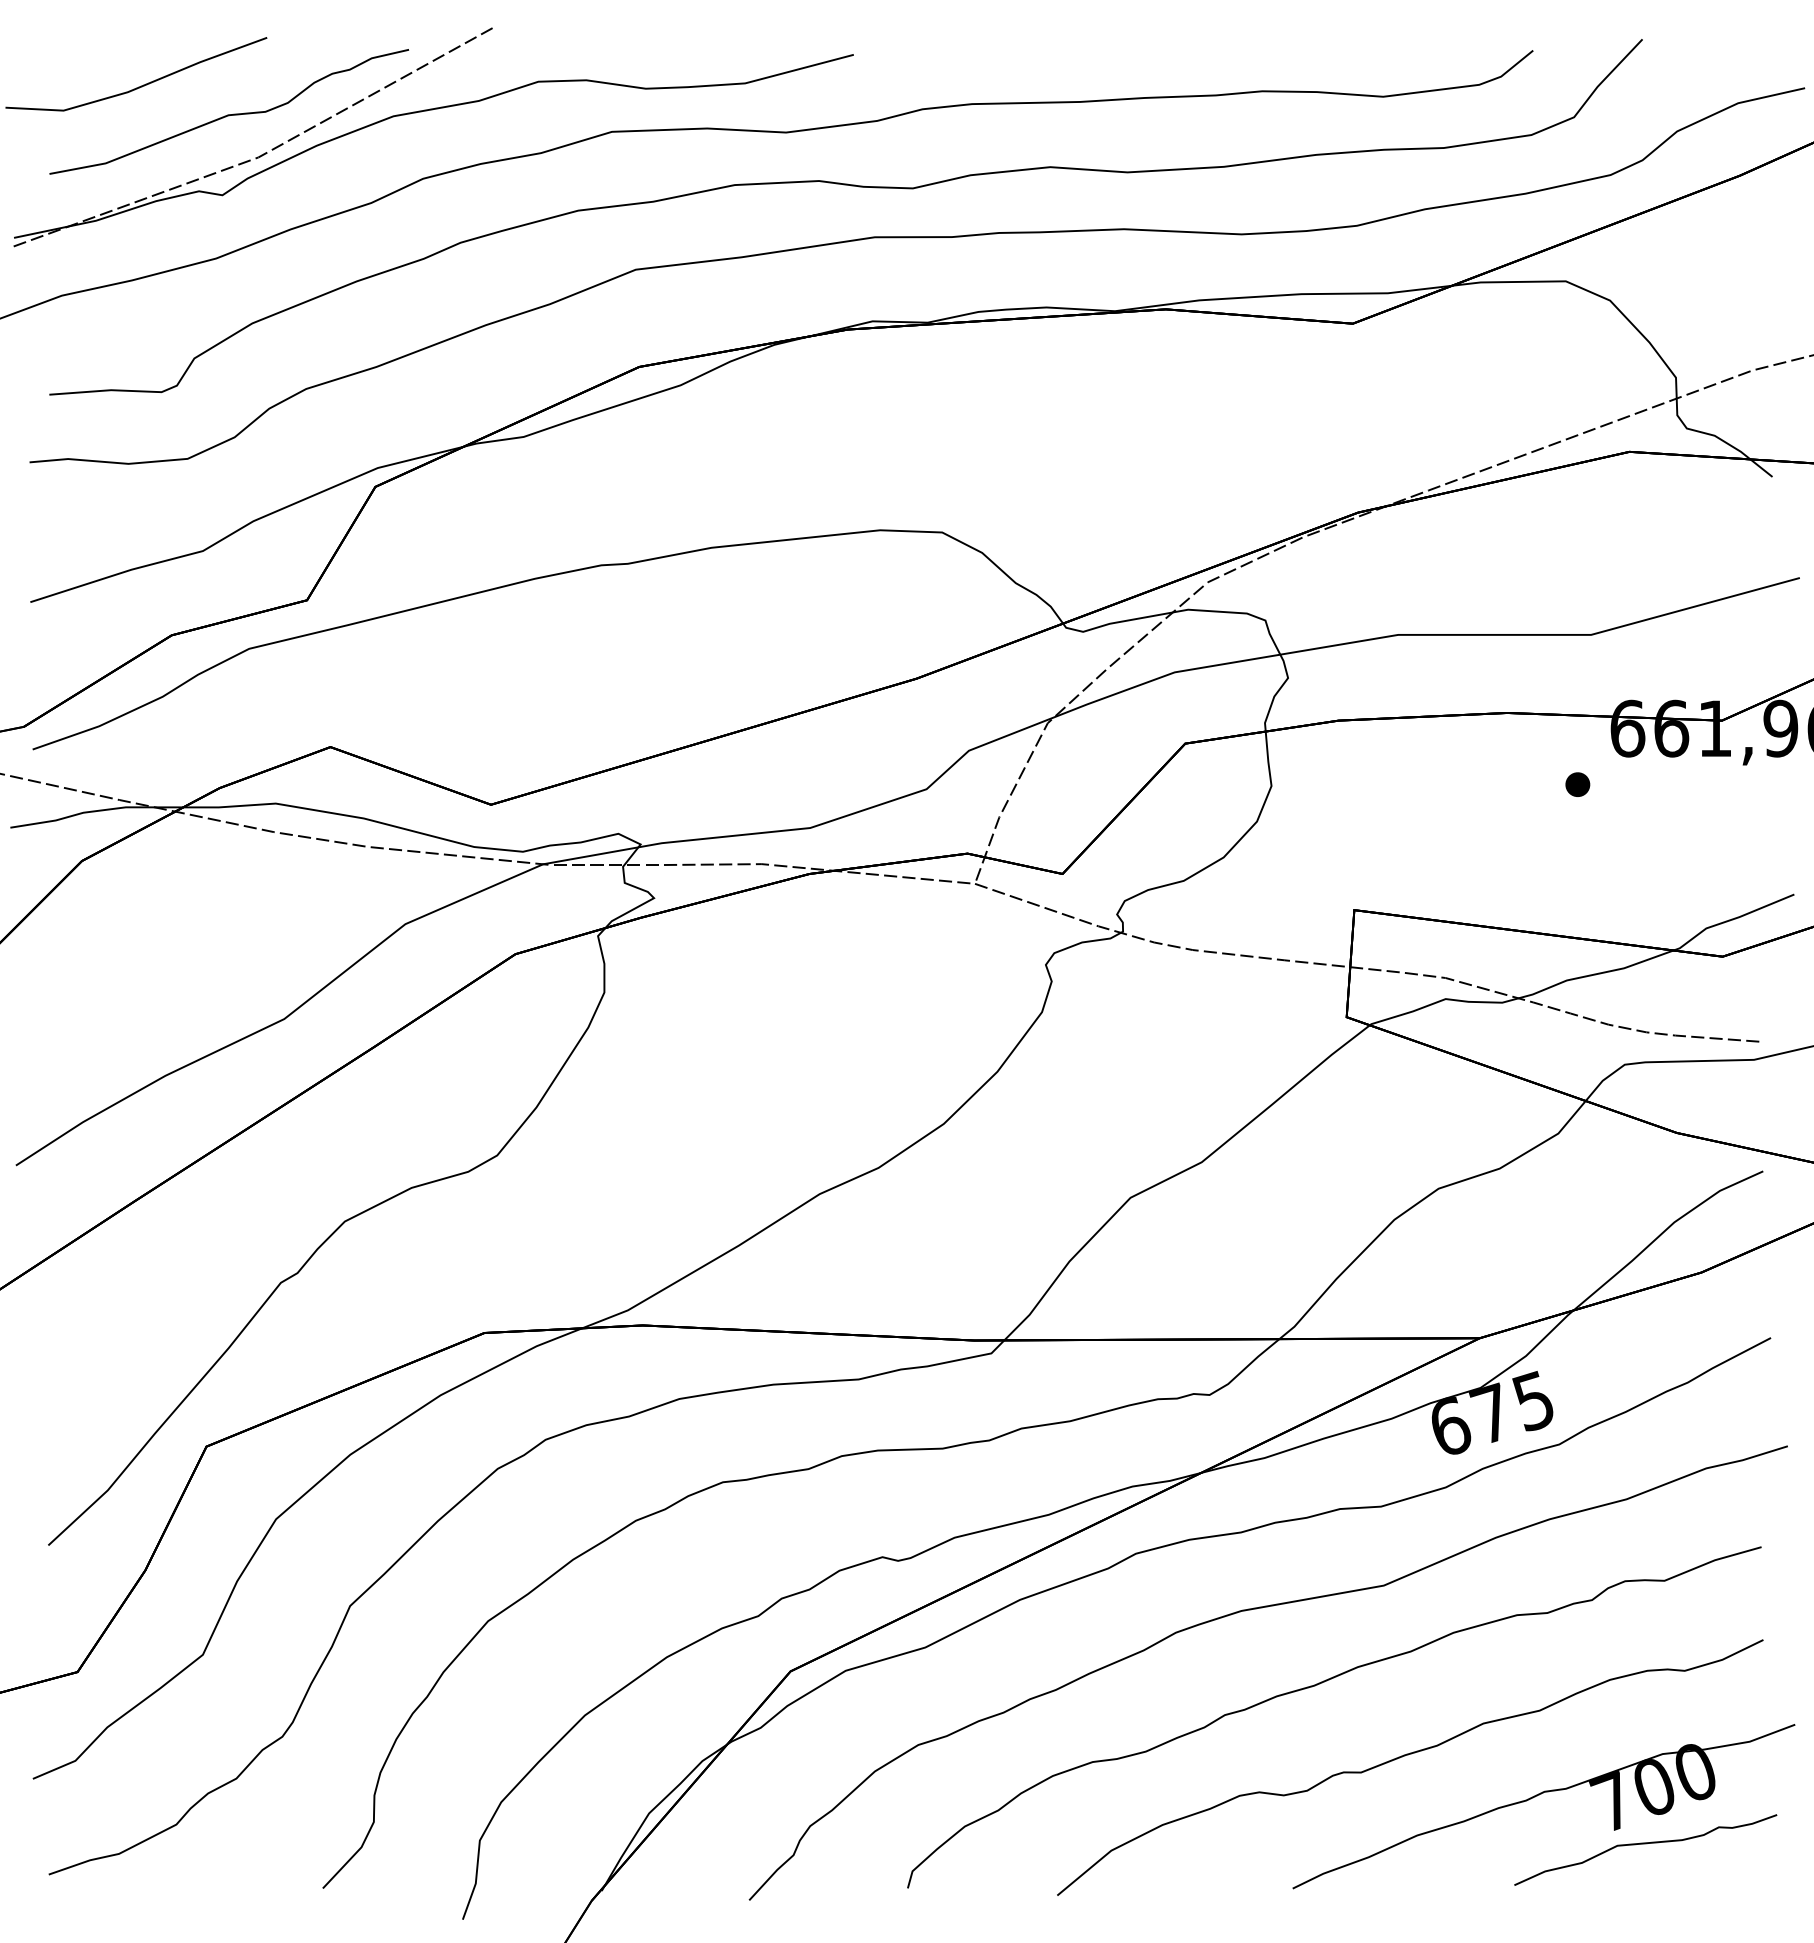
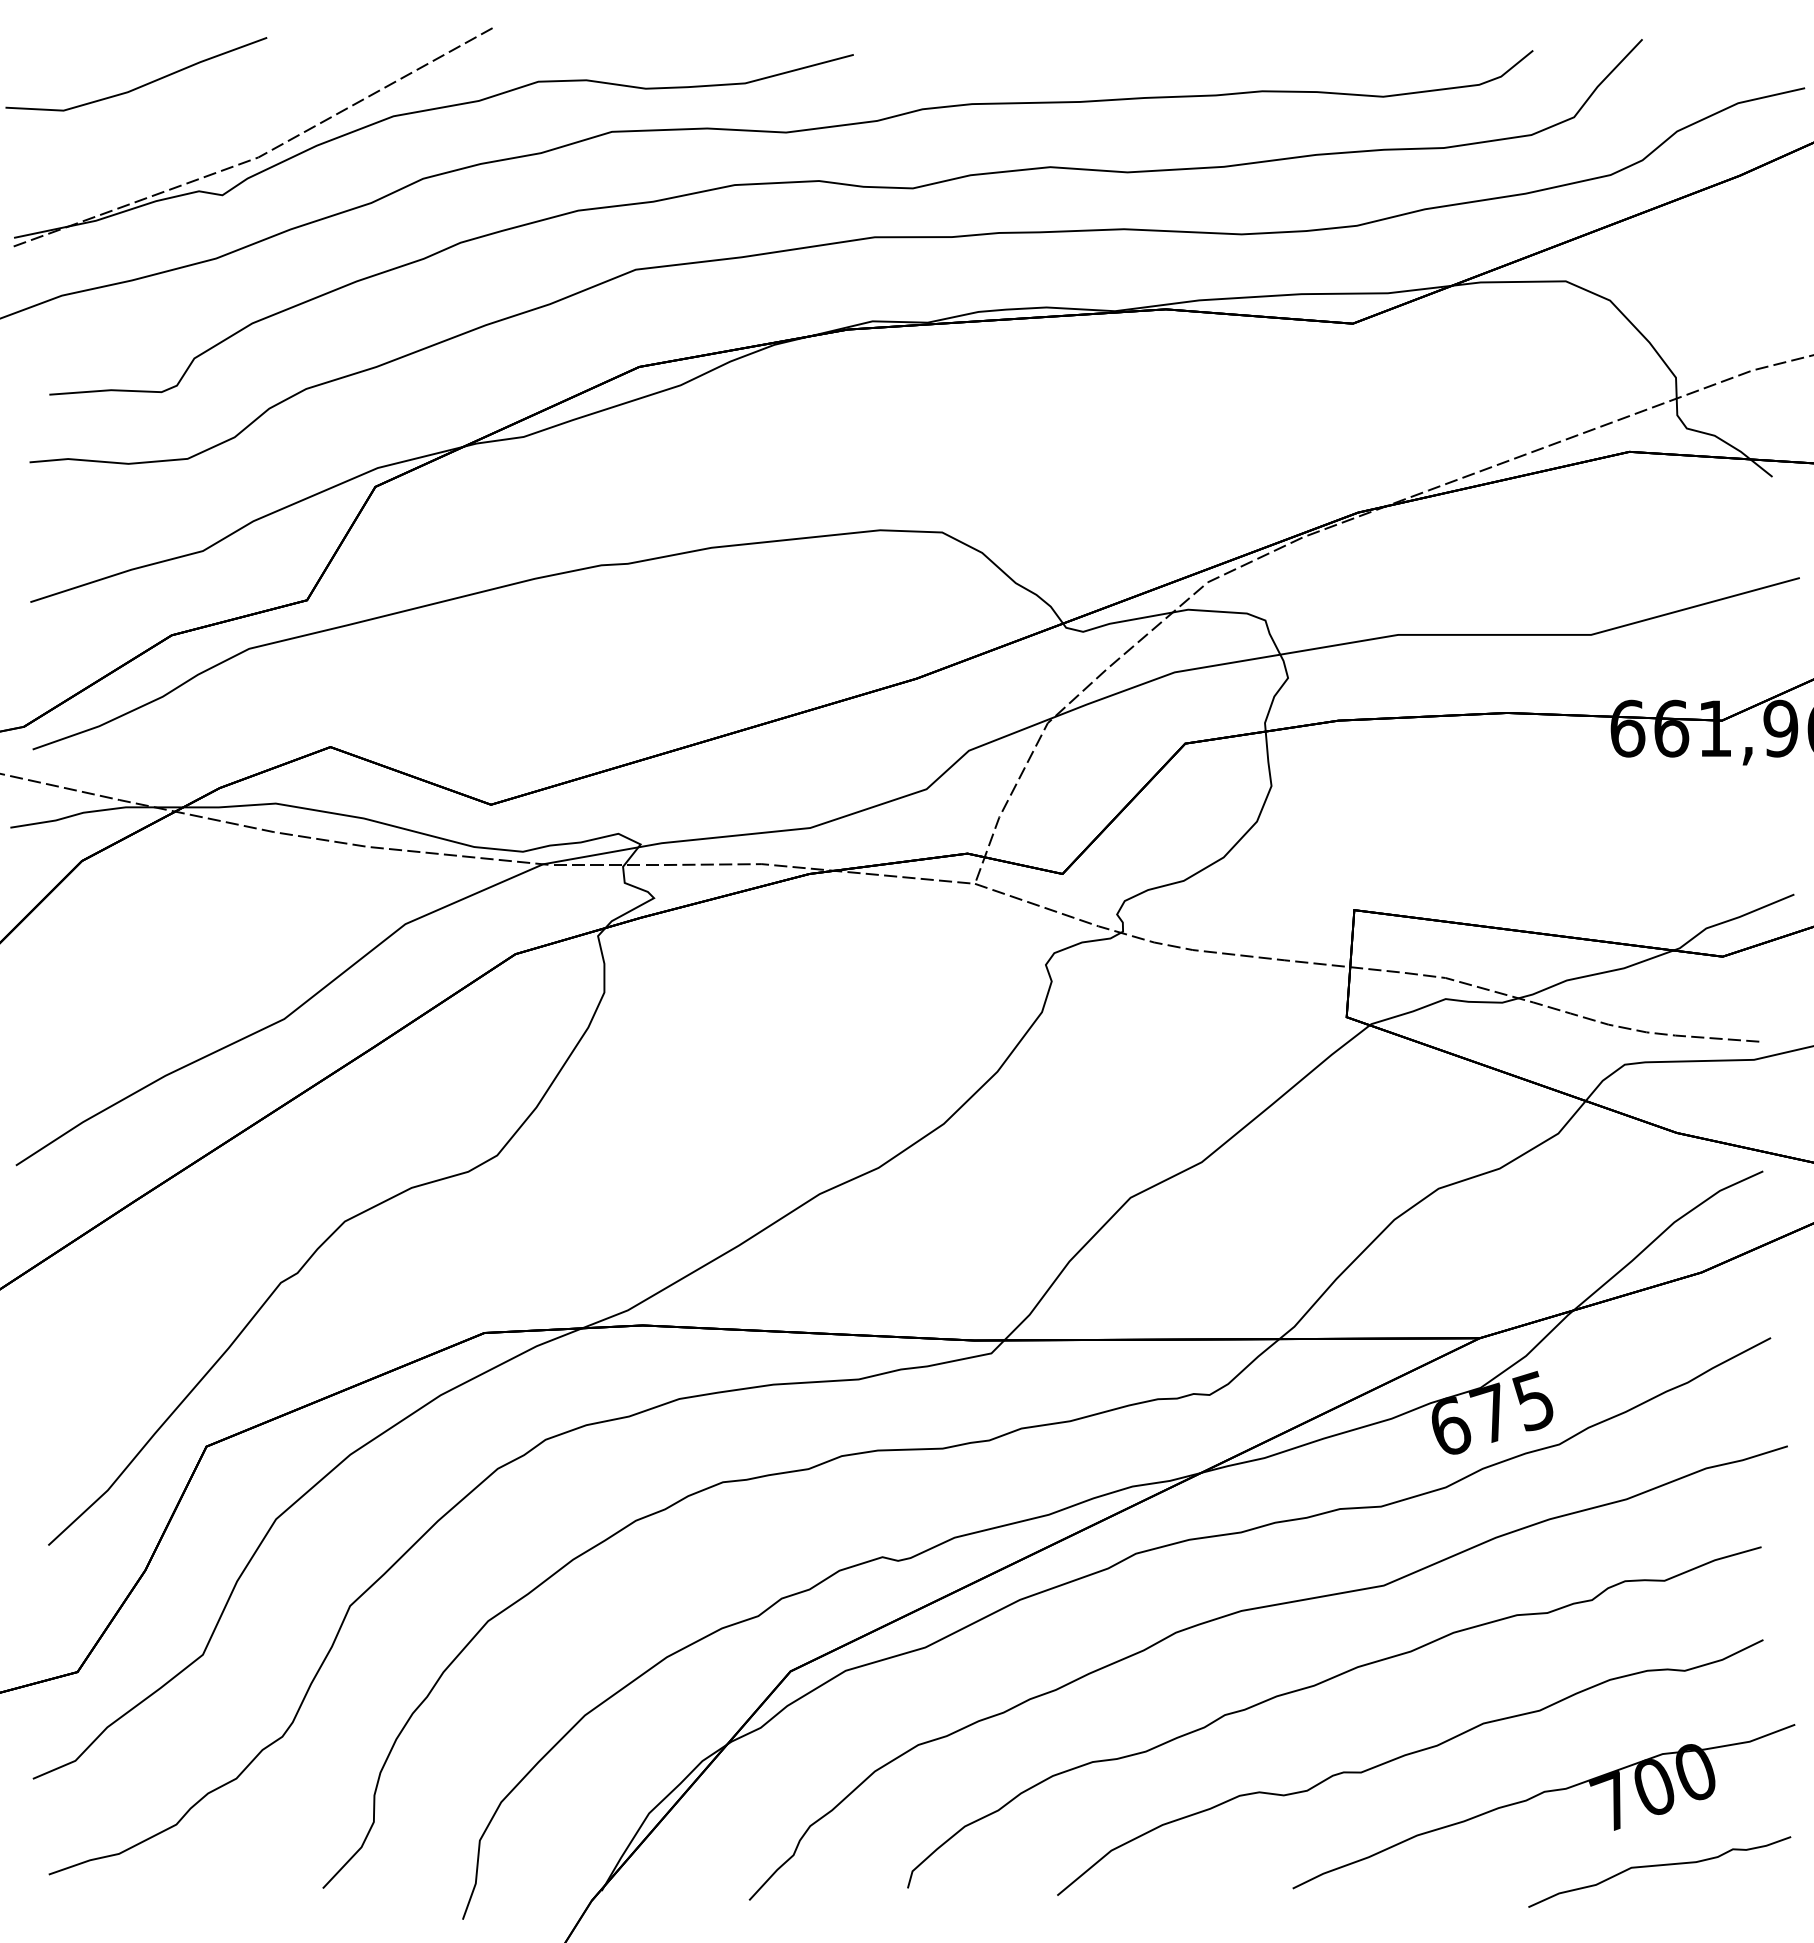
curve at (229, 114): present -> none
part at (1577, 784): present -> none
curve at (1645, 1844) position: (1645, 1844) -> (1659, 1866)
